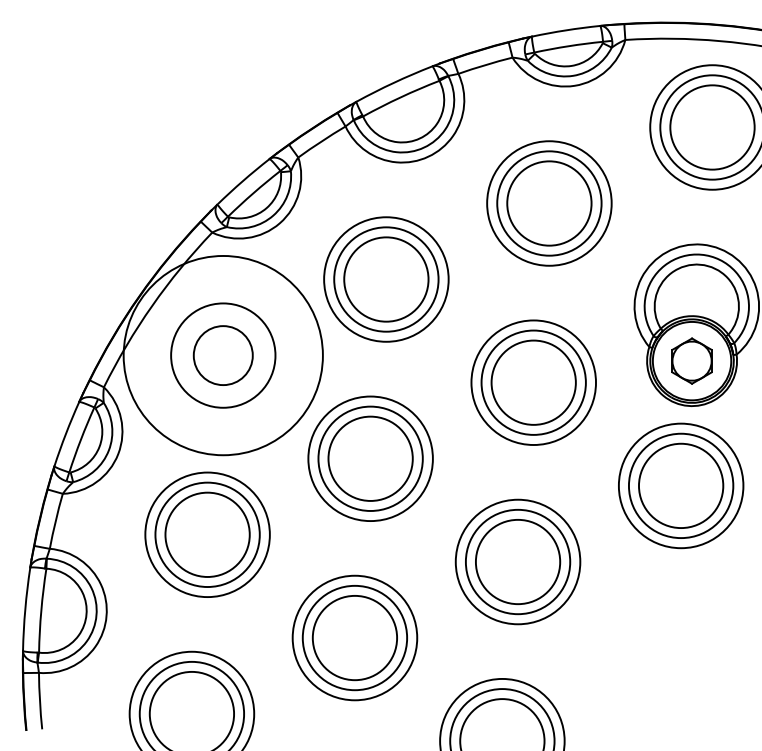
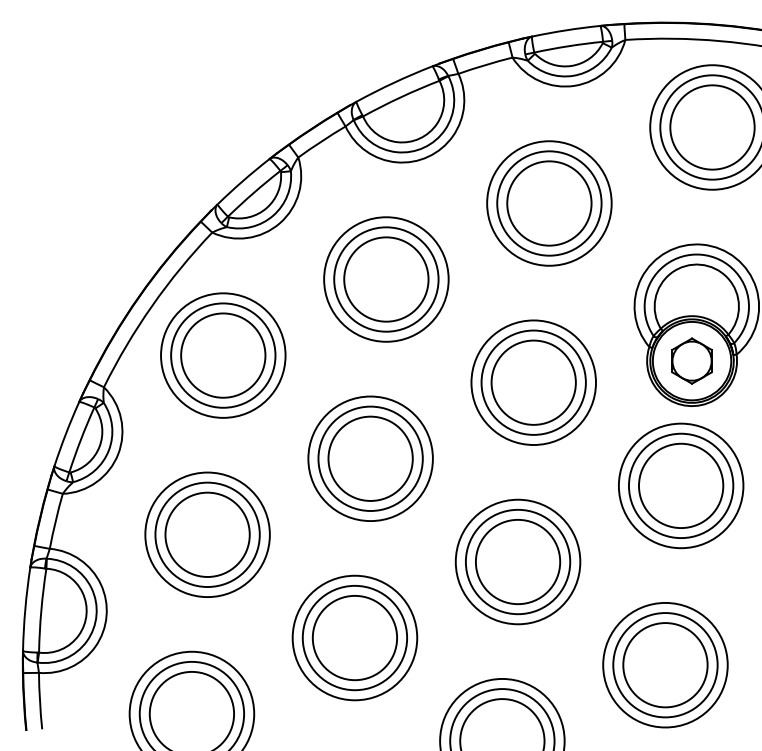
circle at (222, 355) diameter: 199 px -> 125 px
circle at (222, 355) diameter: 59 px -> 84 px
part at (665, 665): none -> present
